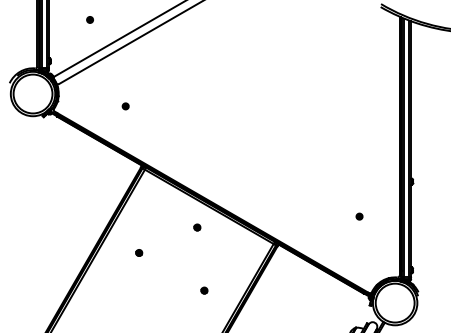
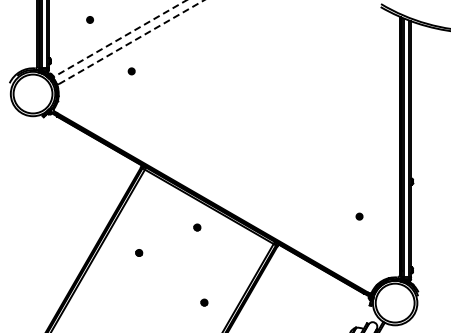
line at (120, 38): solid -> dashed
line at (131, 42): solid -> dashed
part at (125, 106) position: (125, 106) -> (131, 71)
part at (204, 290) position: (204, 290) -> (204, 302)
